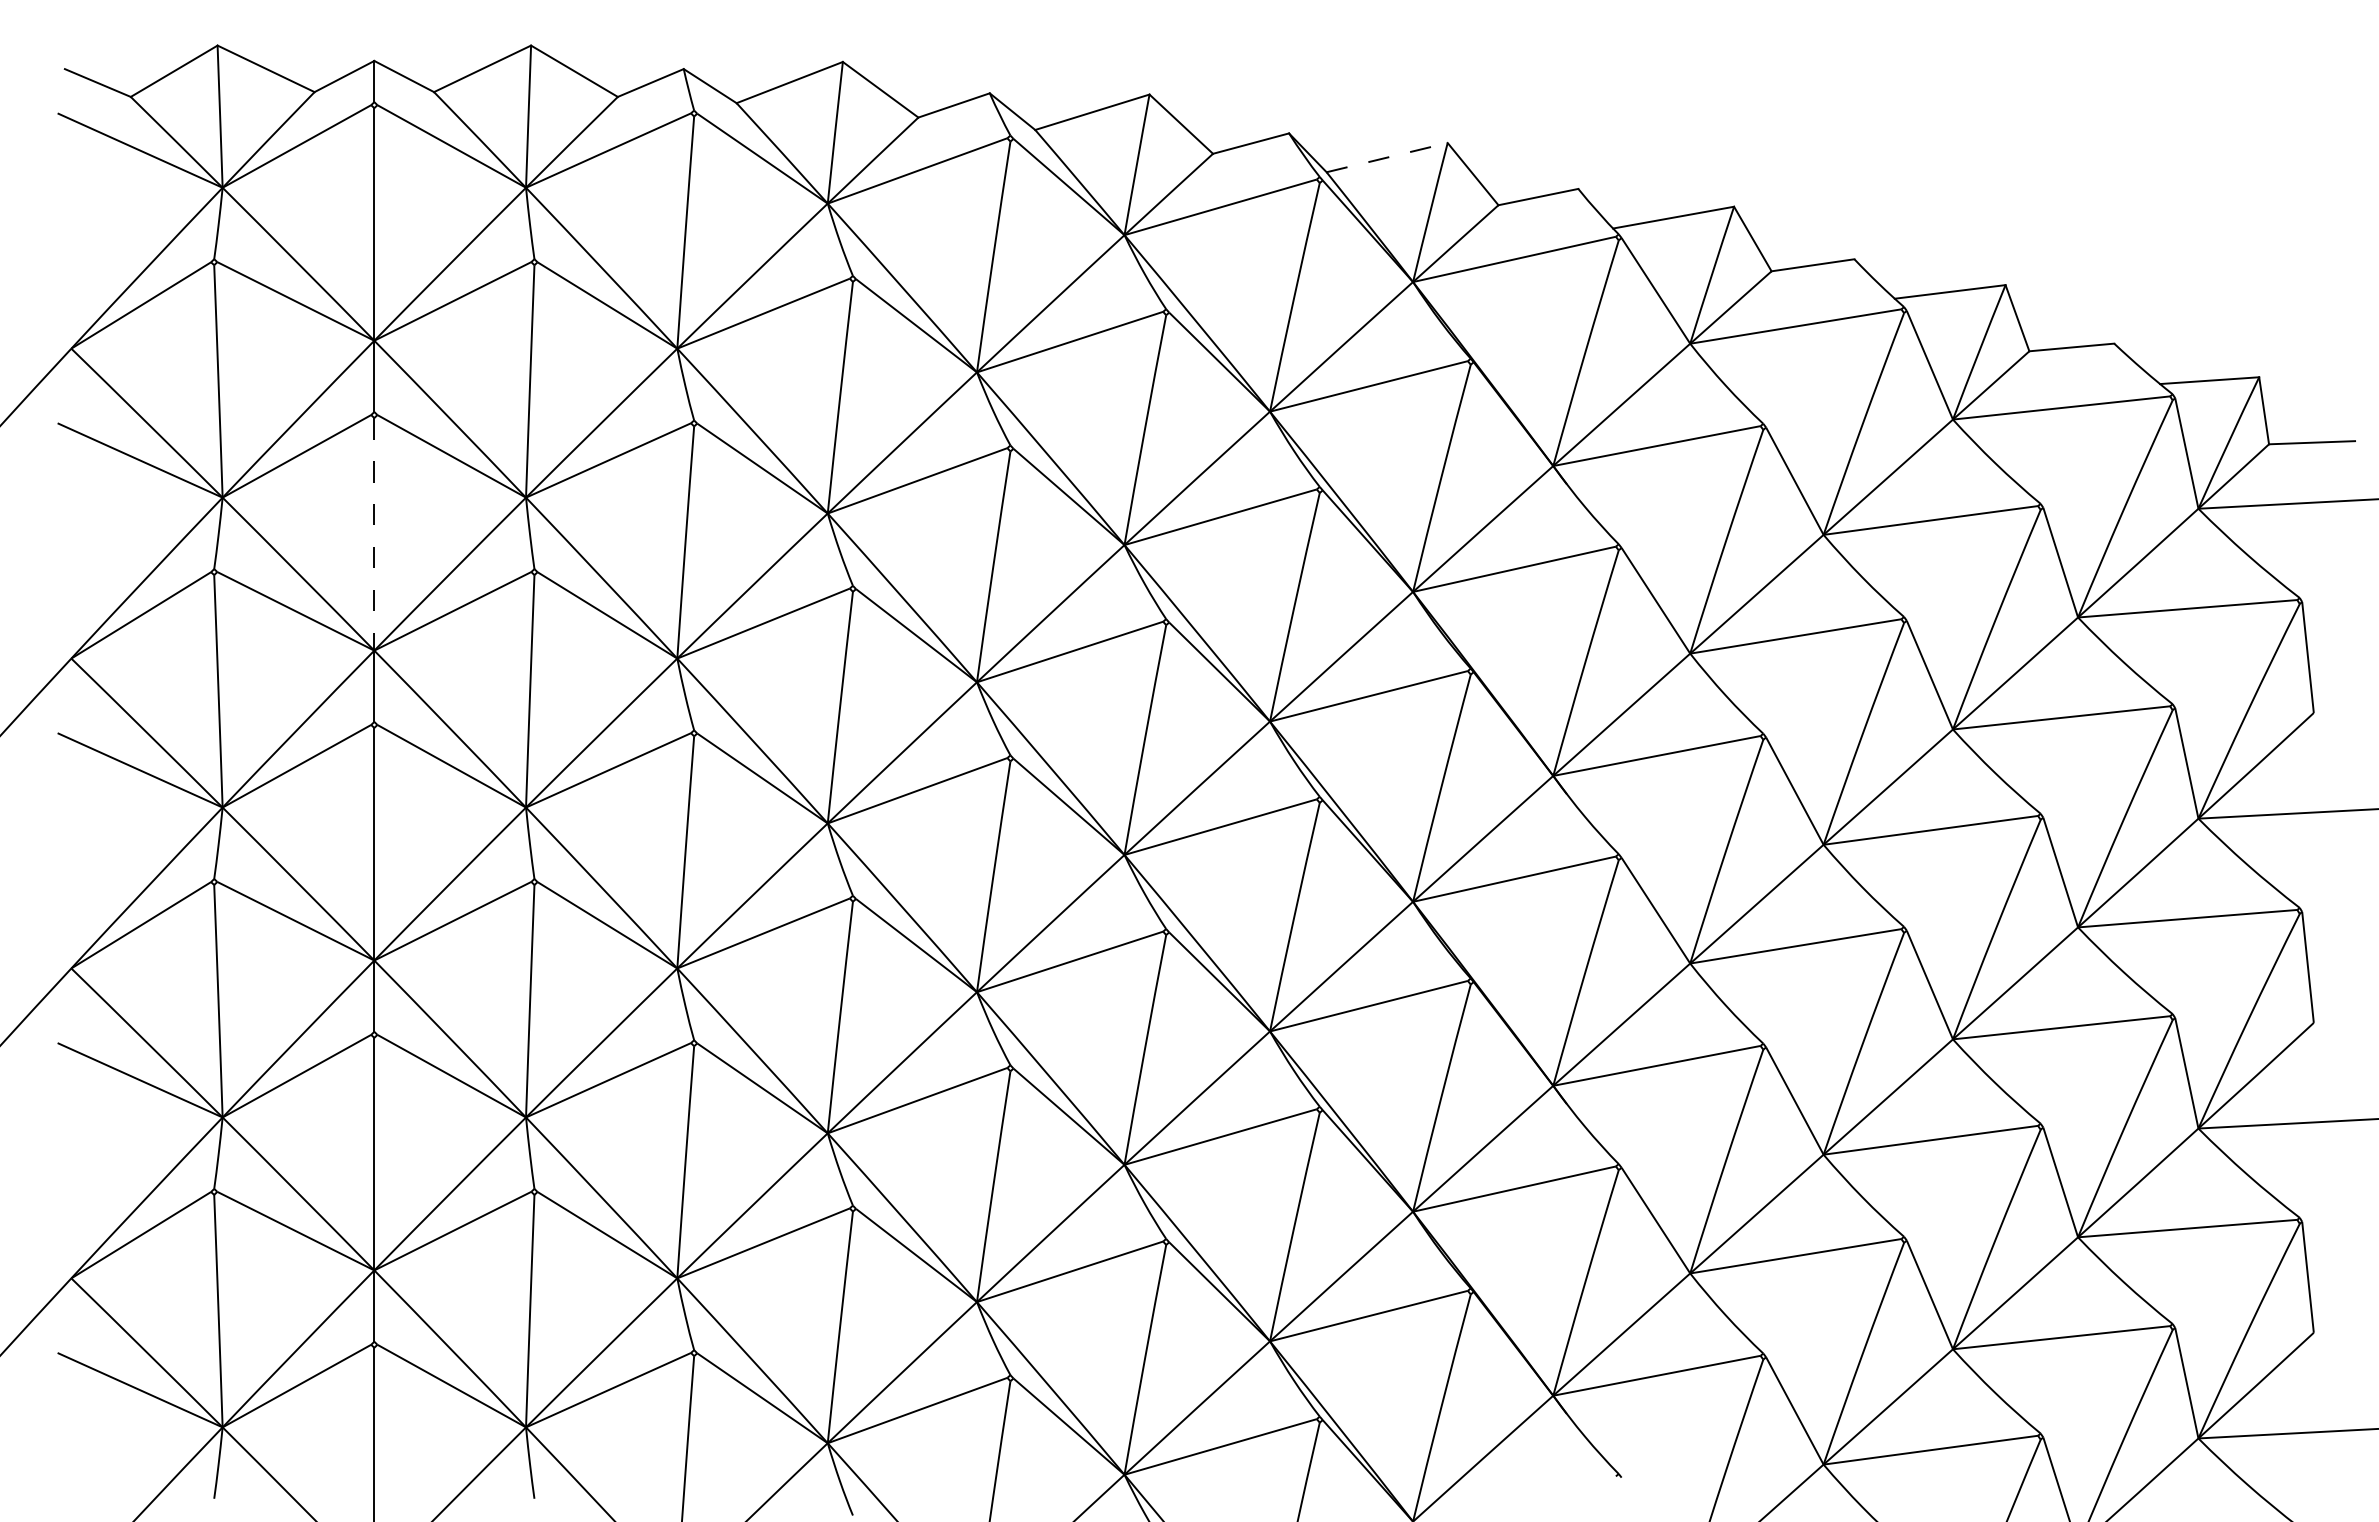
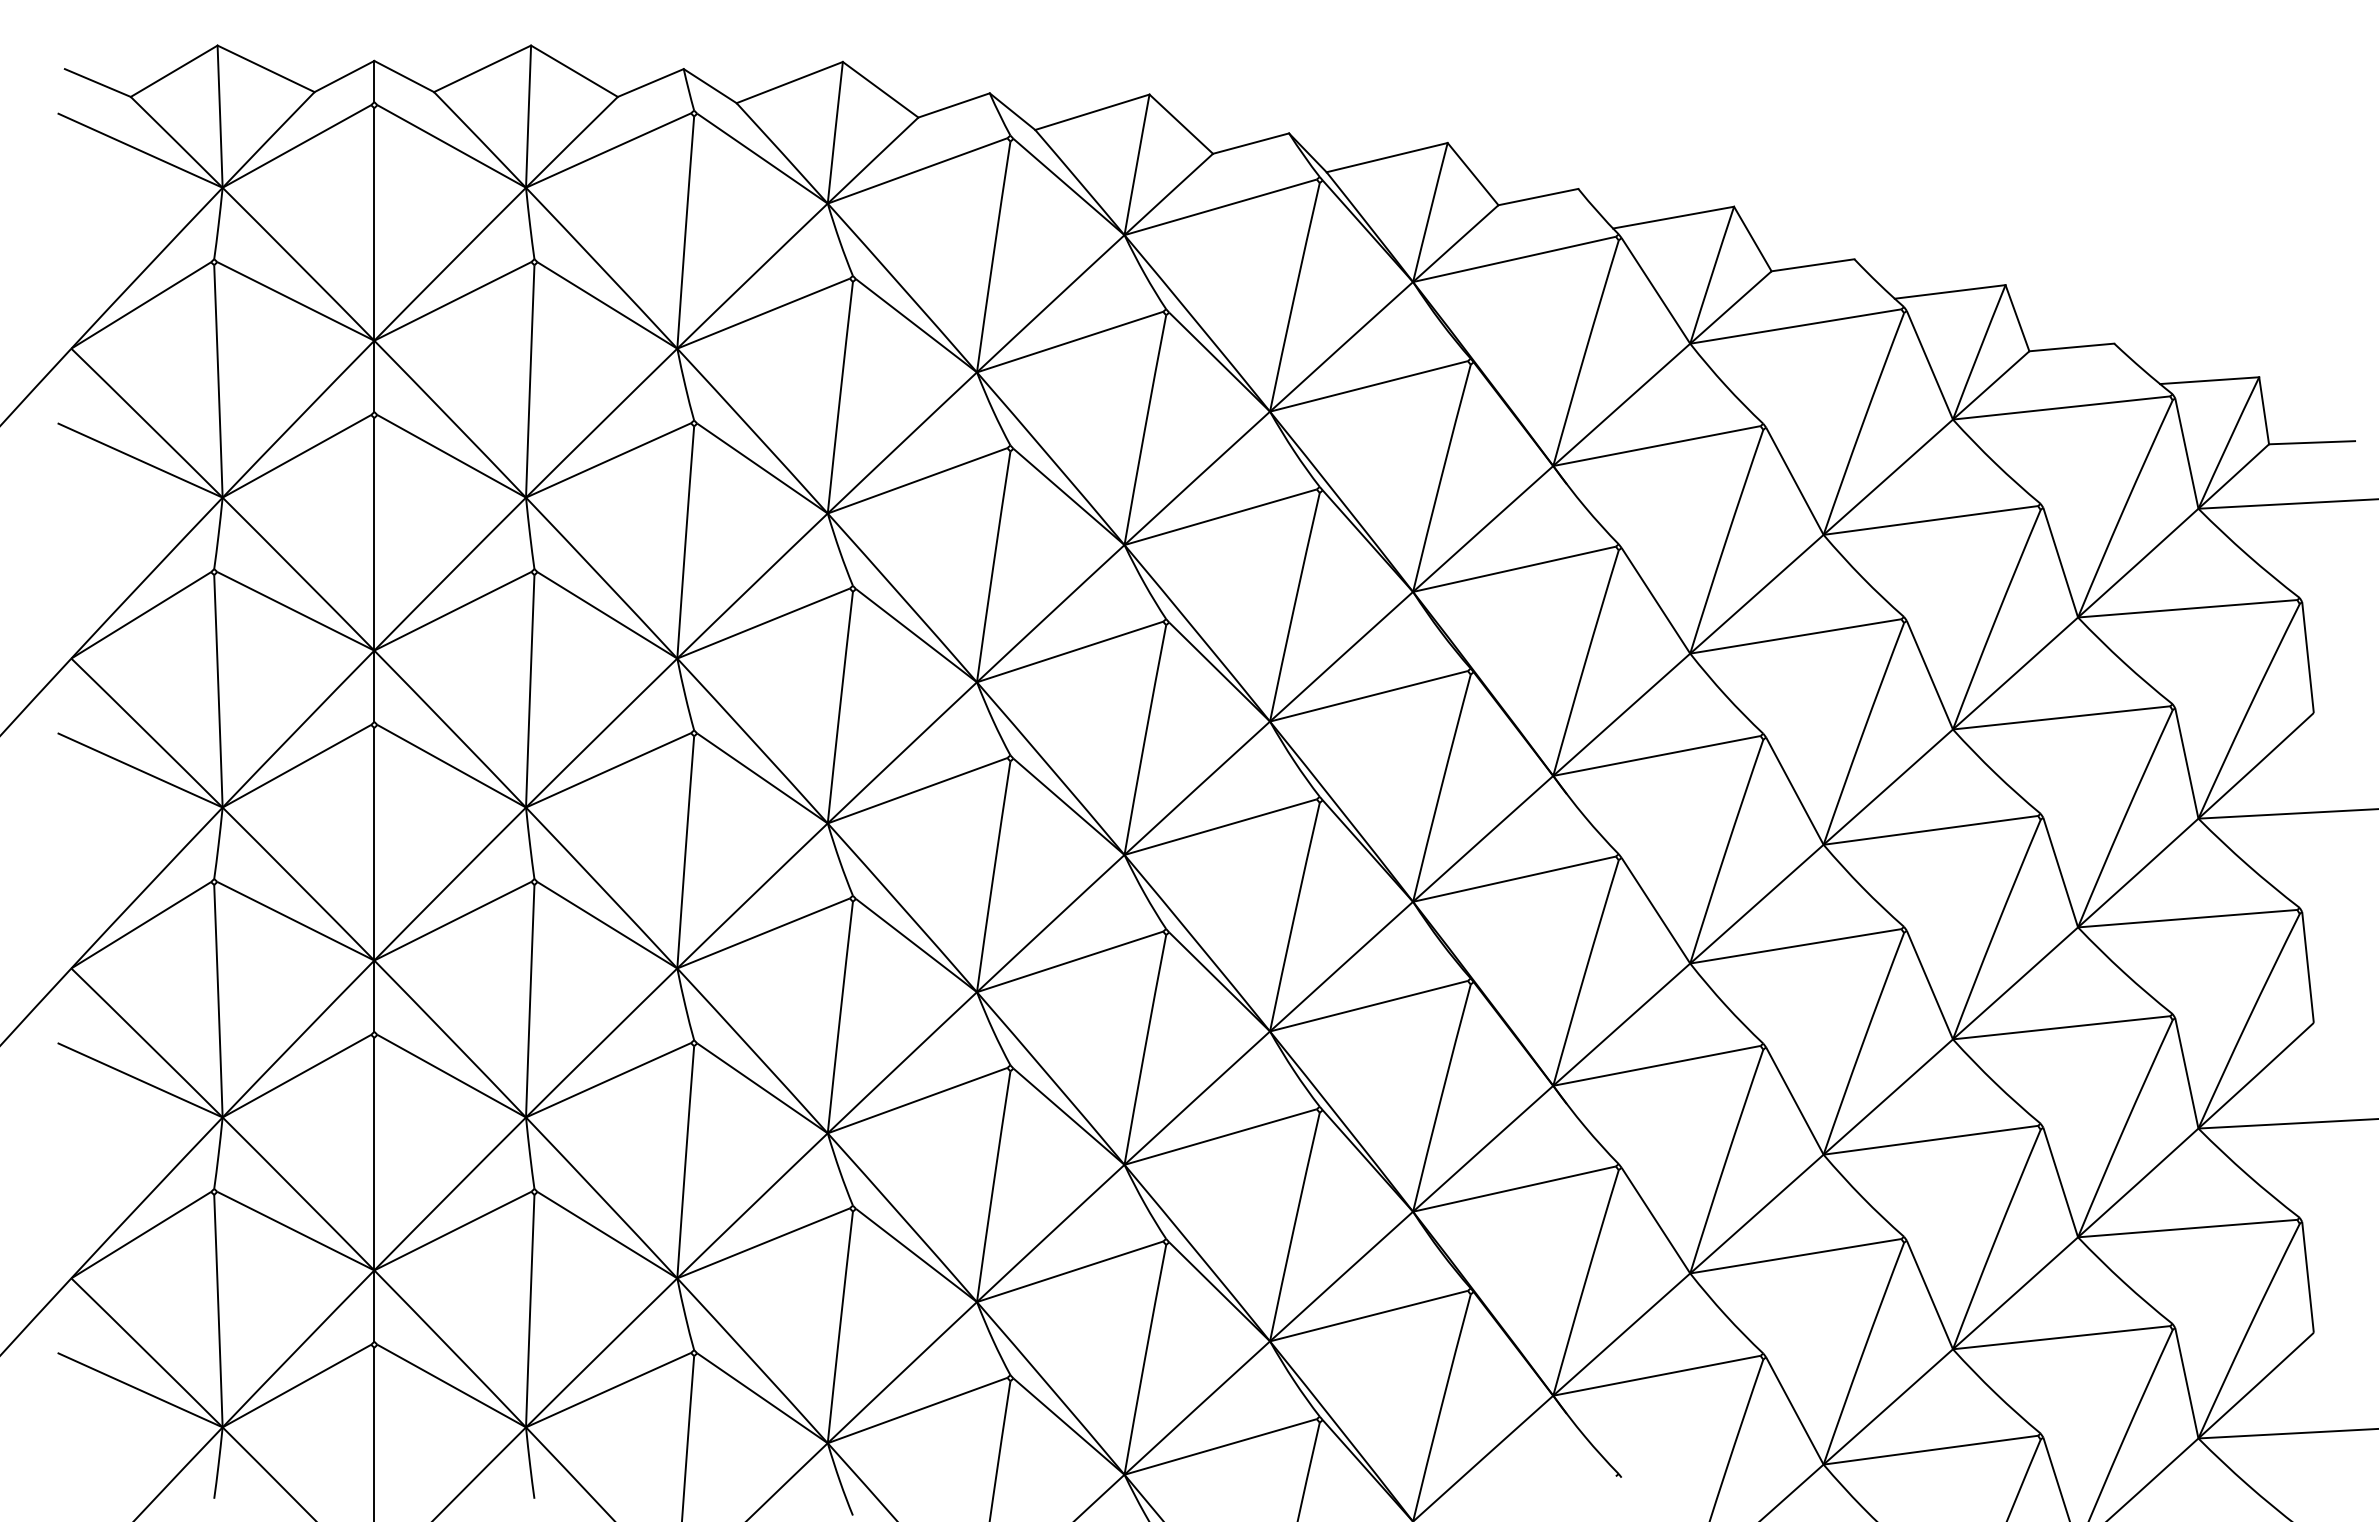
line at (1387, 157): dashed -> solid
line at (374, 534): dashed -> solid
